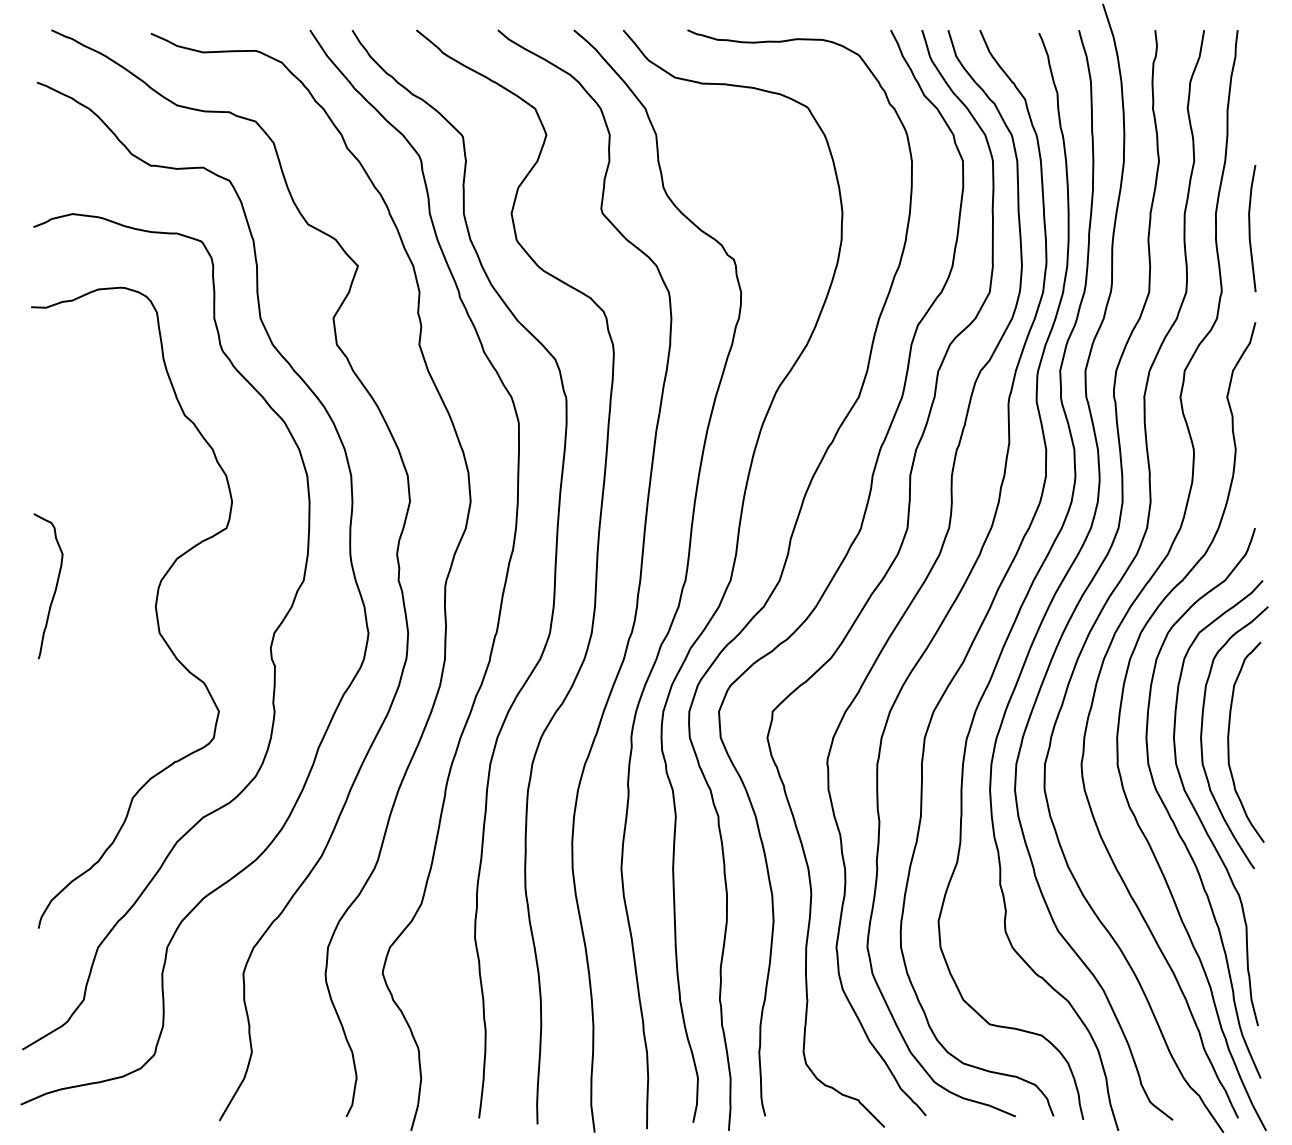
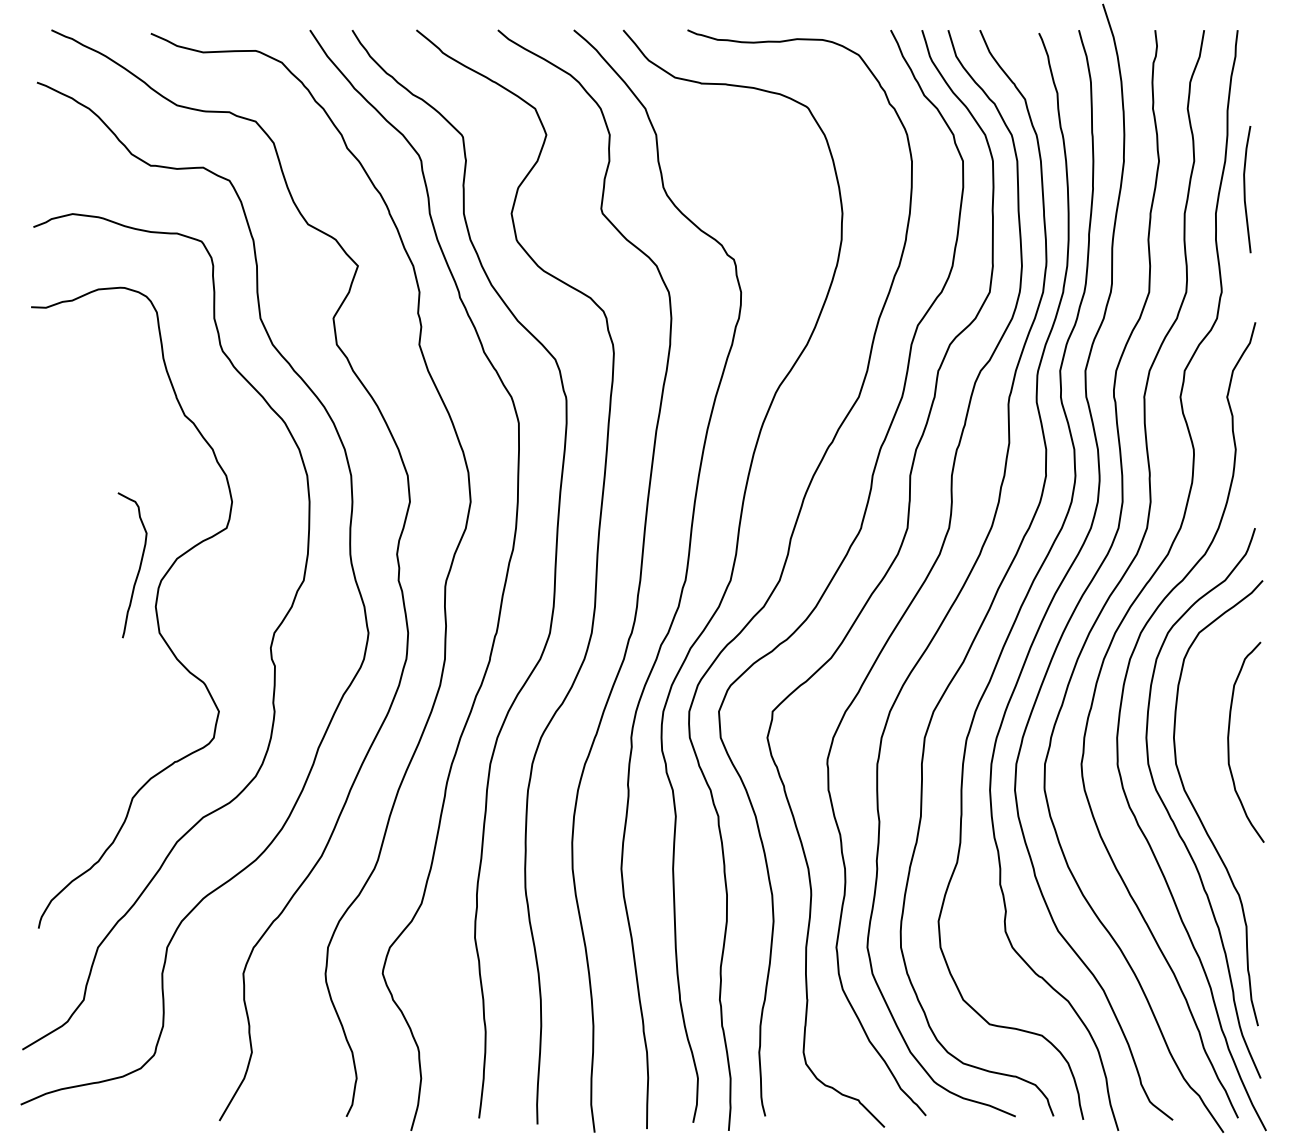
line at (1250, 228) position: (1250, 228) -> (1245, 189)
curve at (55, 586) position: (55, 586) -> (139, 565)
curve at (1202, 735): present -> none
